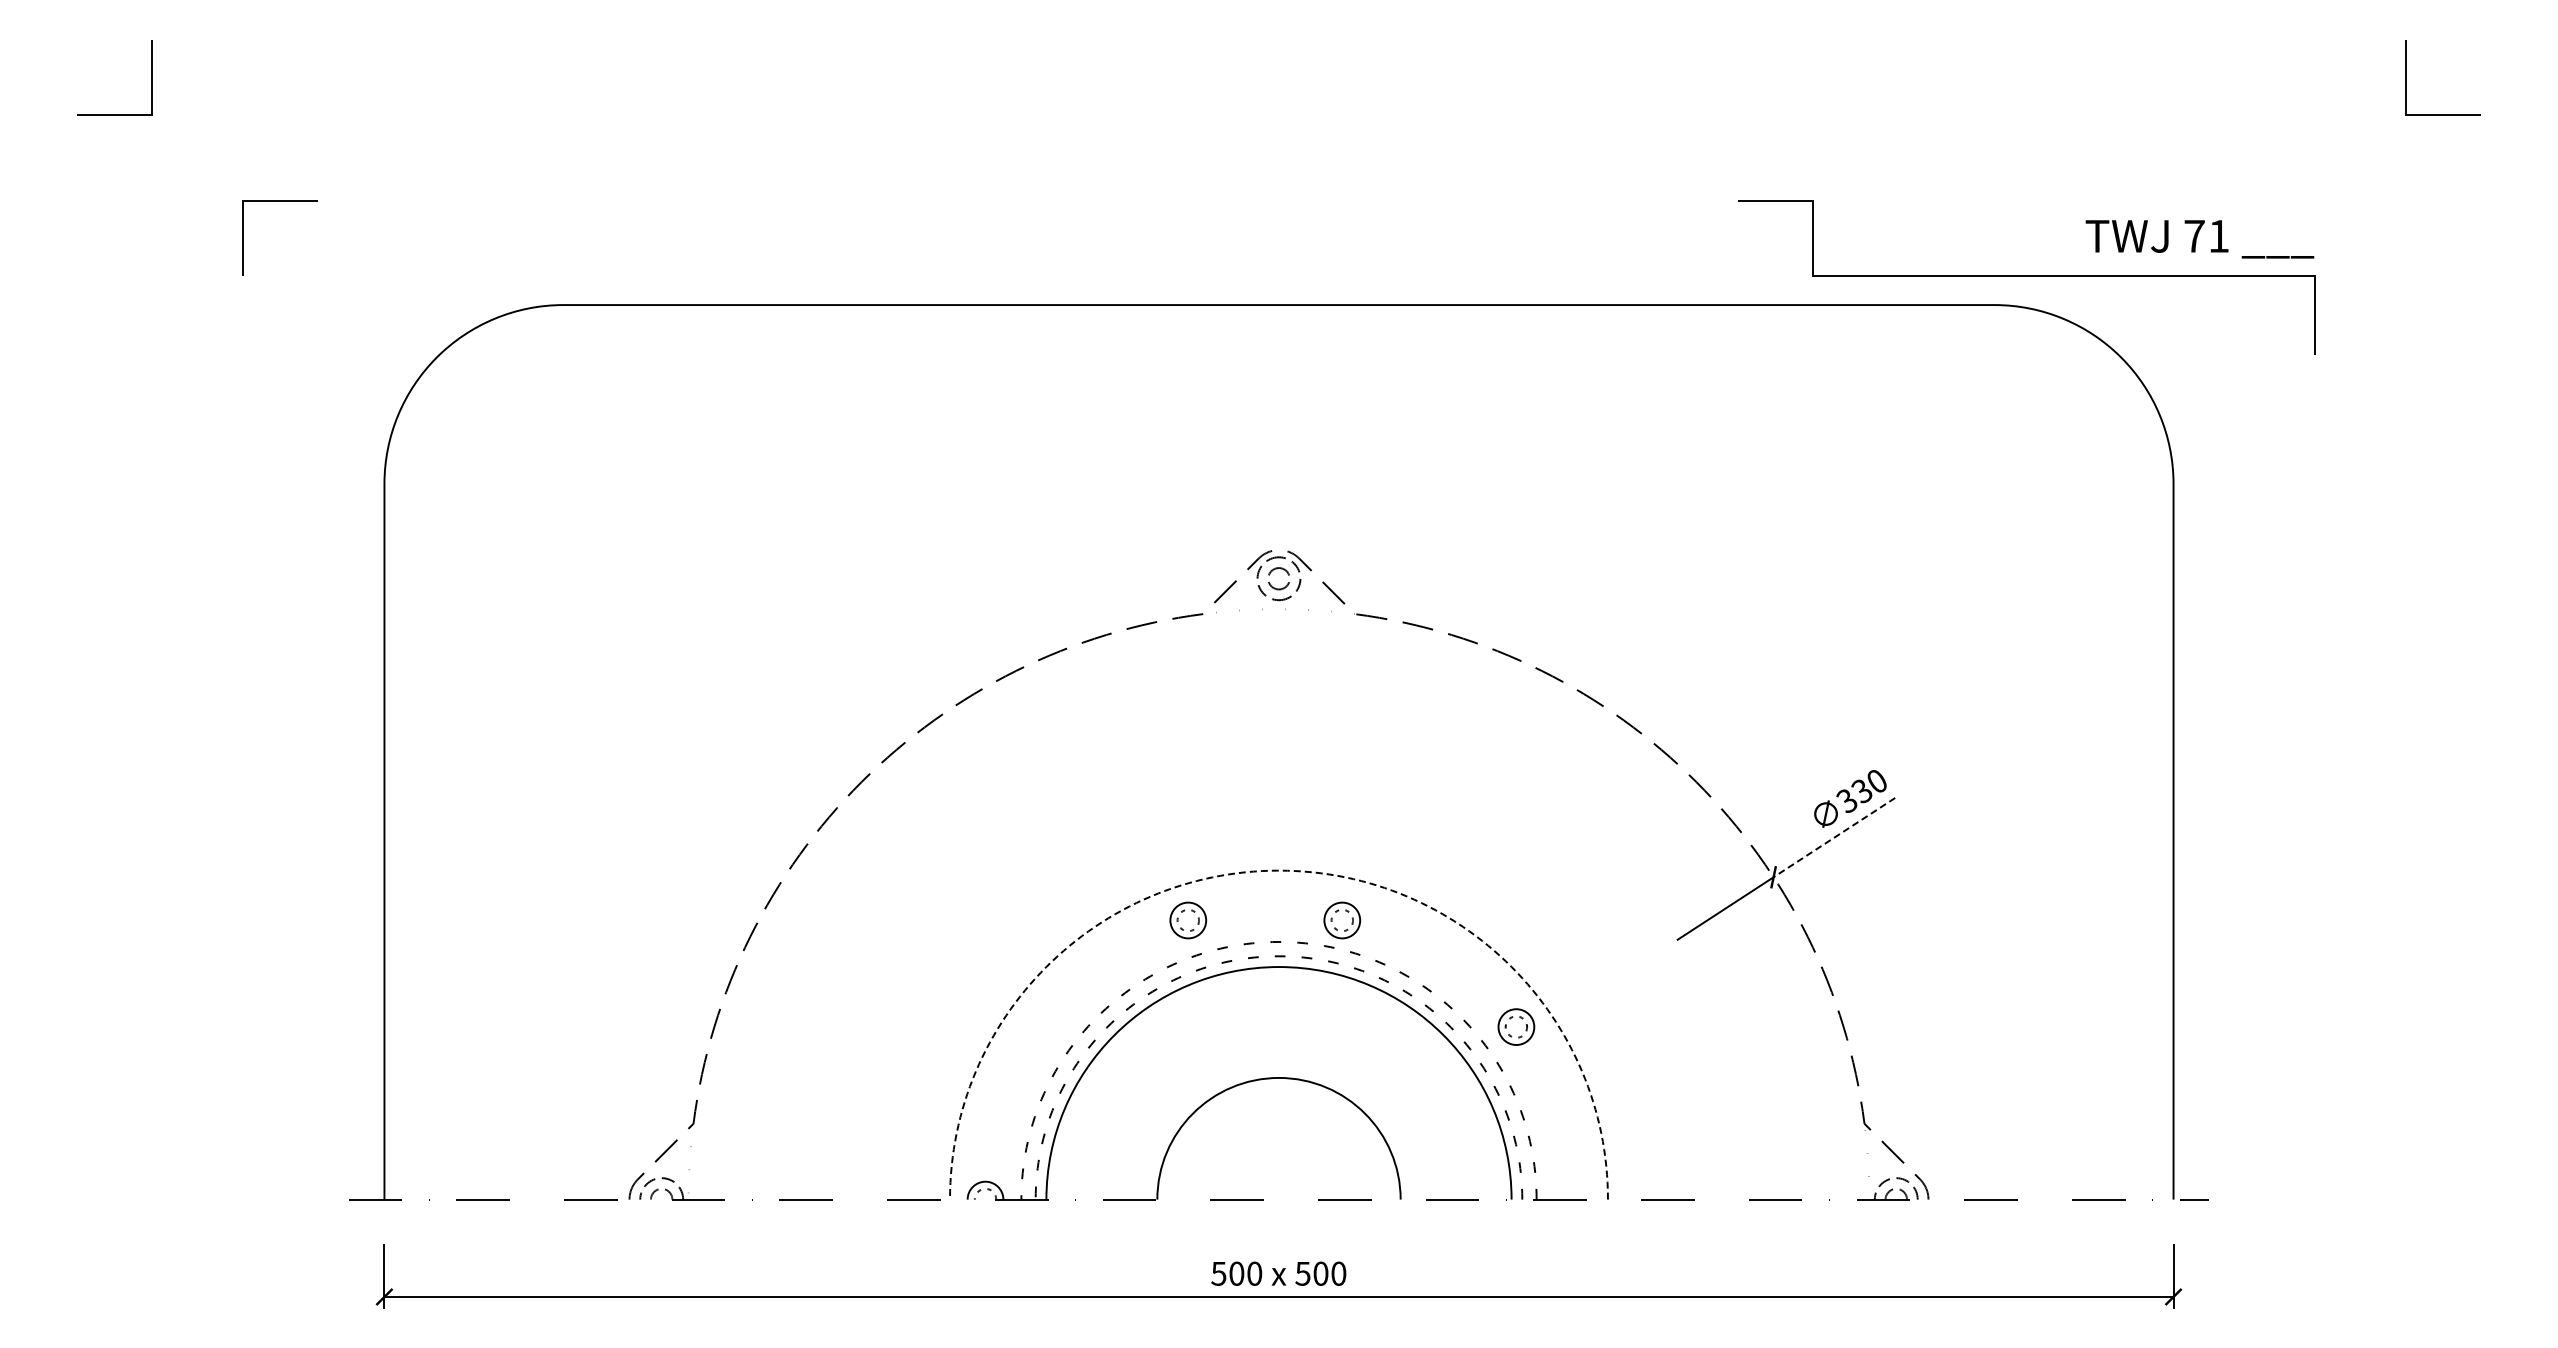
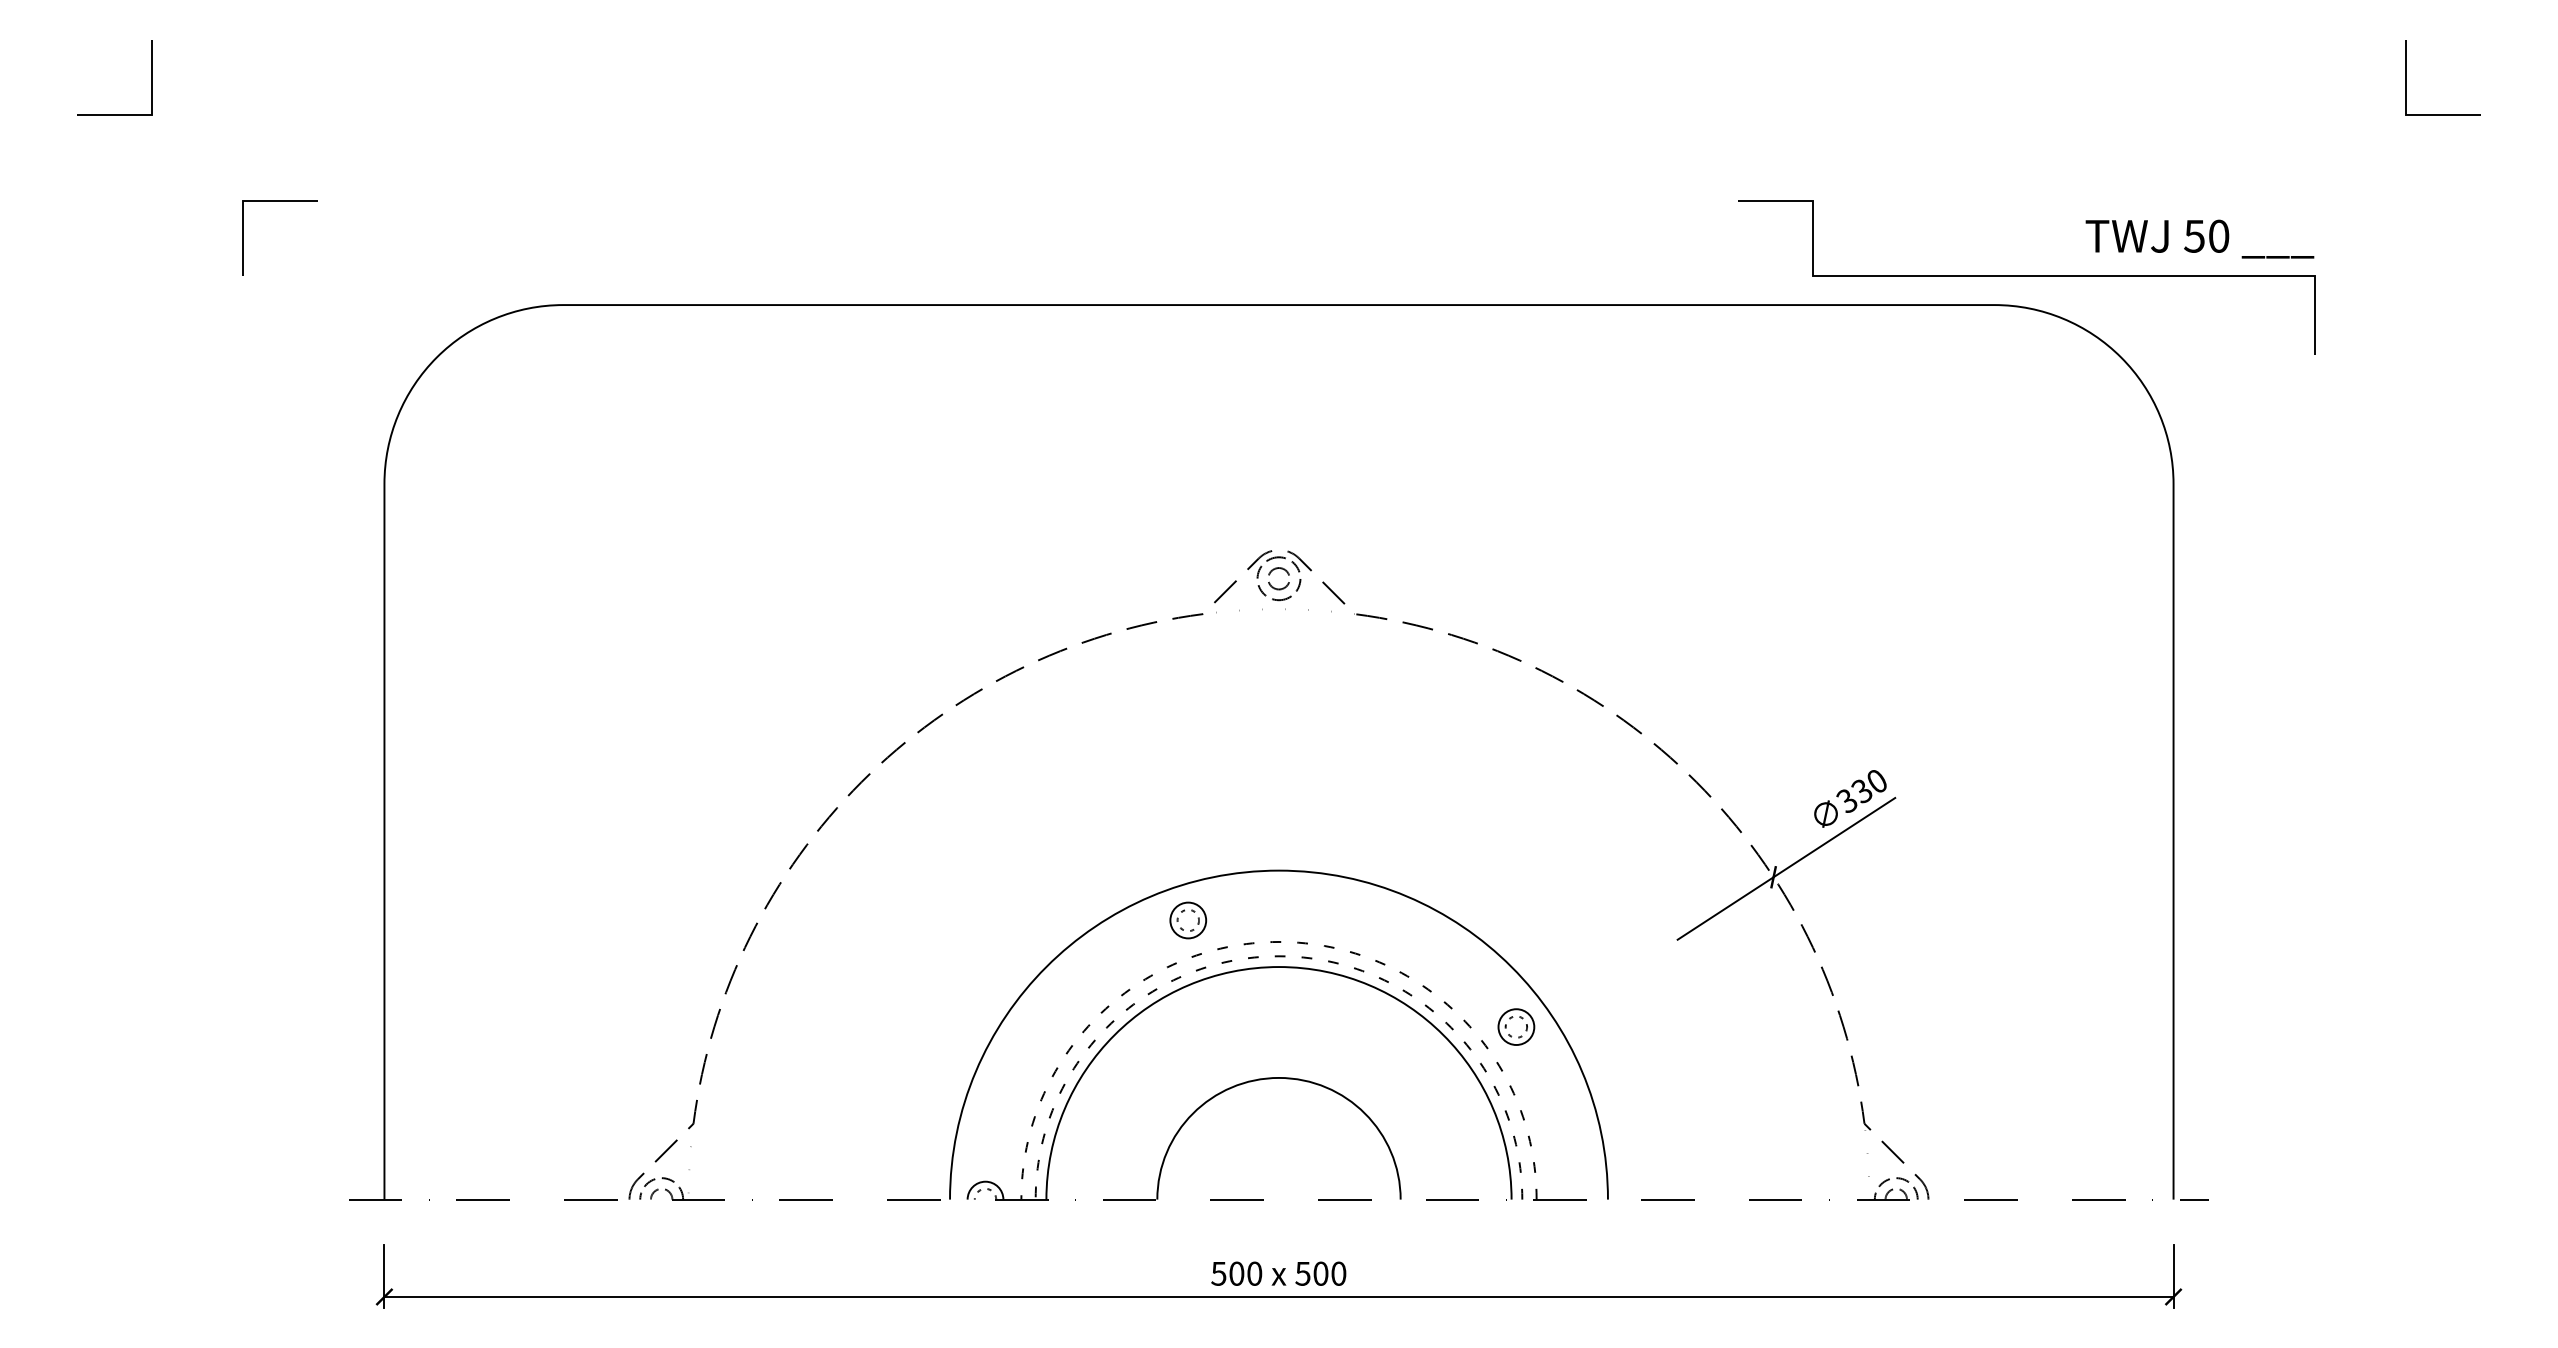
text at (2206, 235): 71 -> 50
line at (1834, 837): dashed -> solid
arc at (1279, 870): dashed -> solid
part at (1342, 920): present -> none
